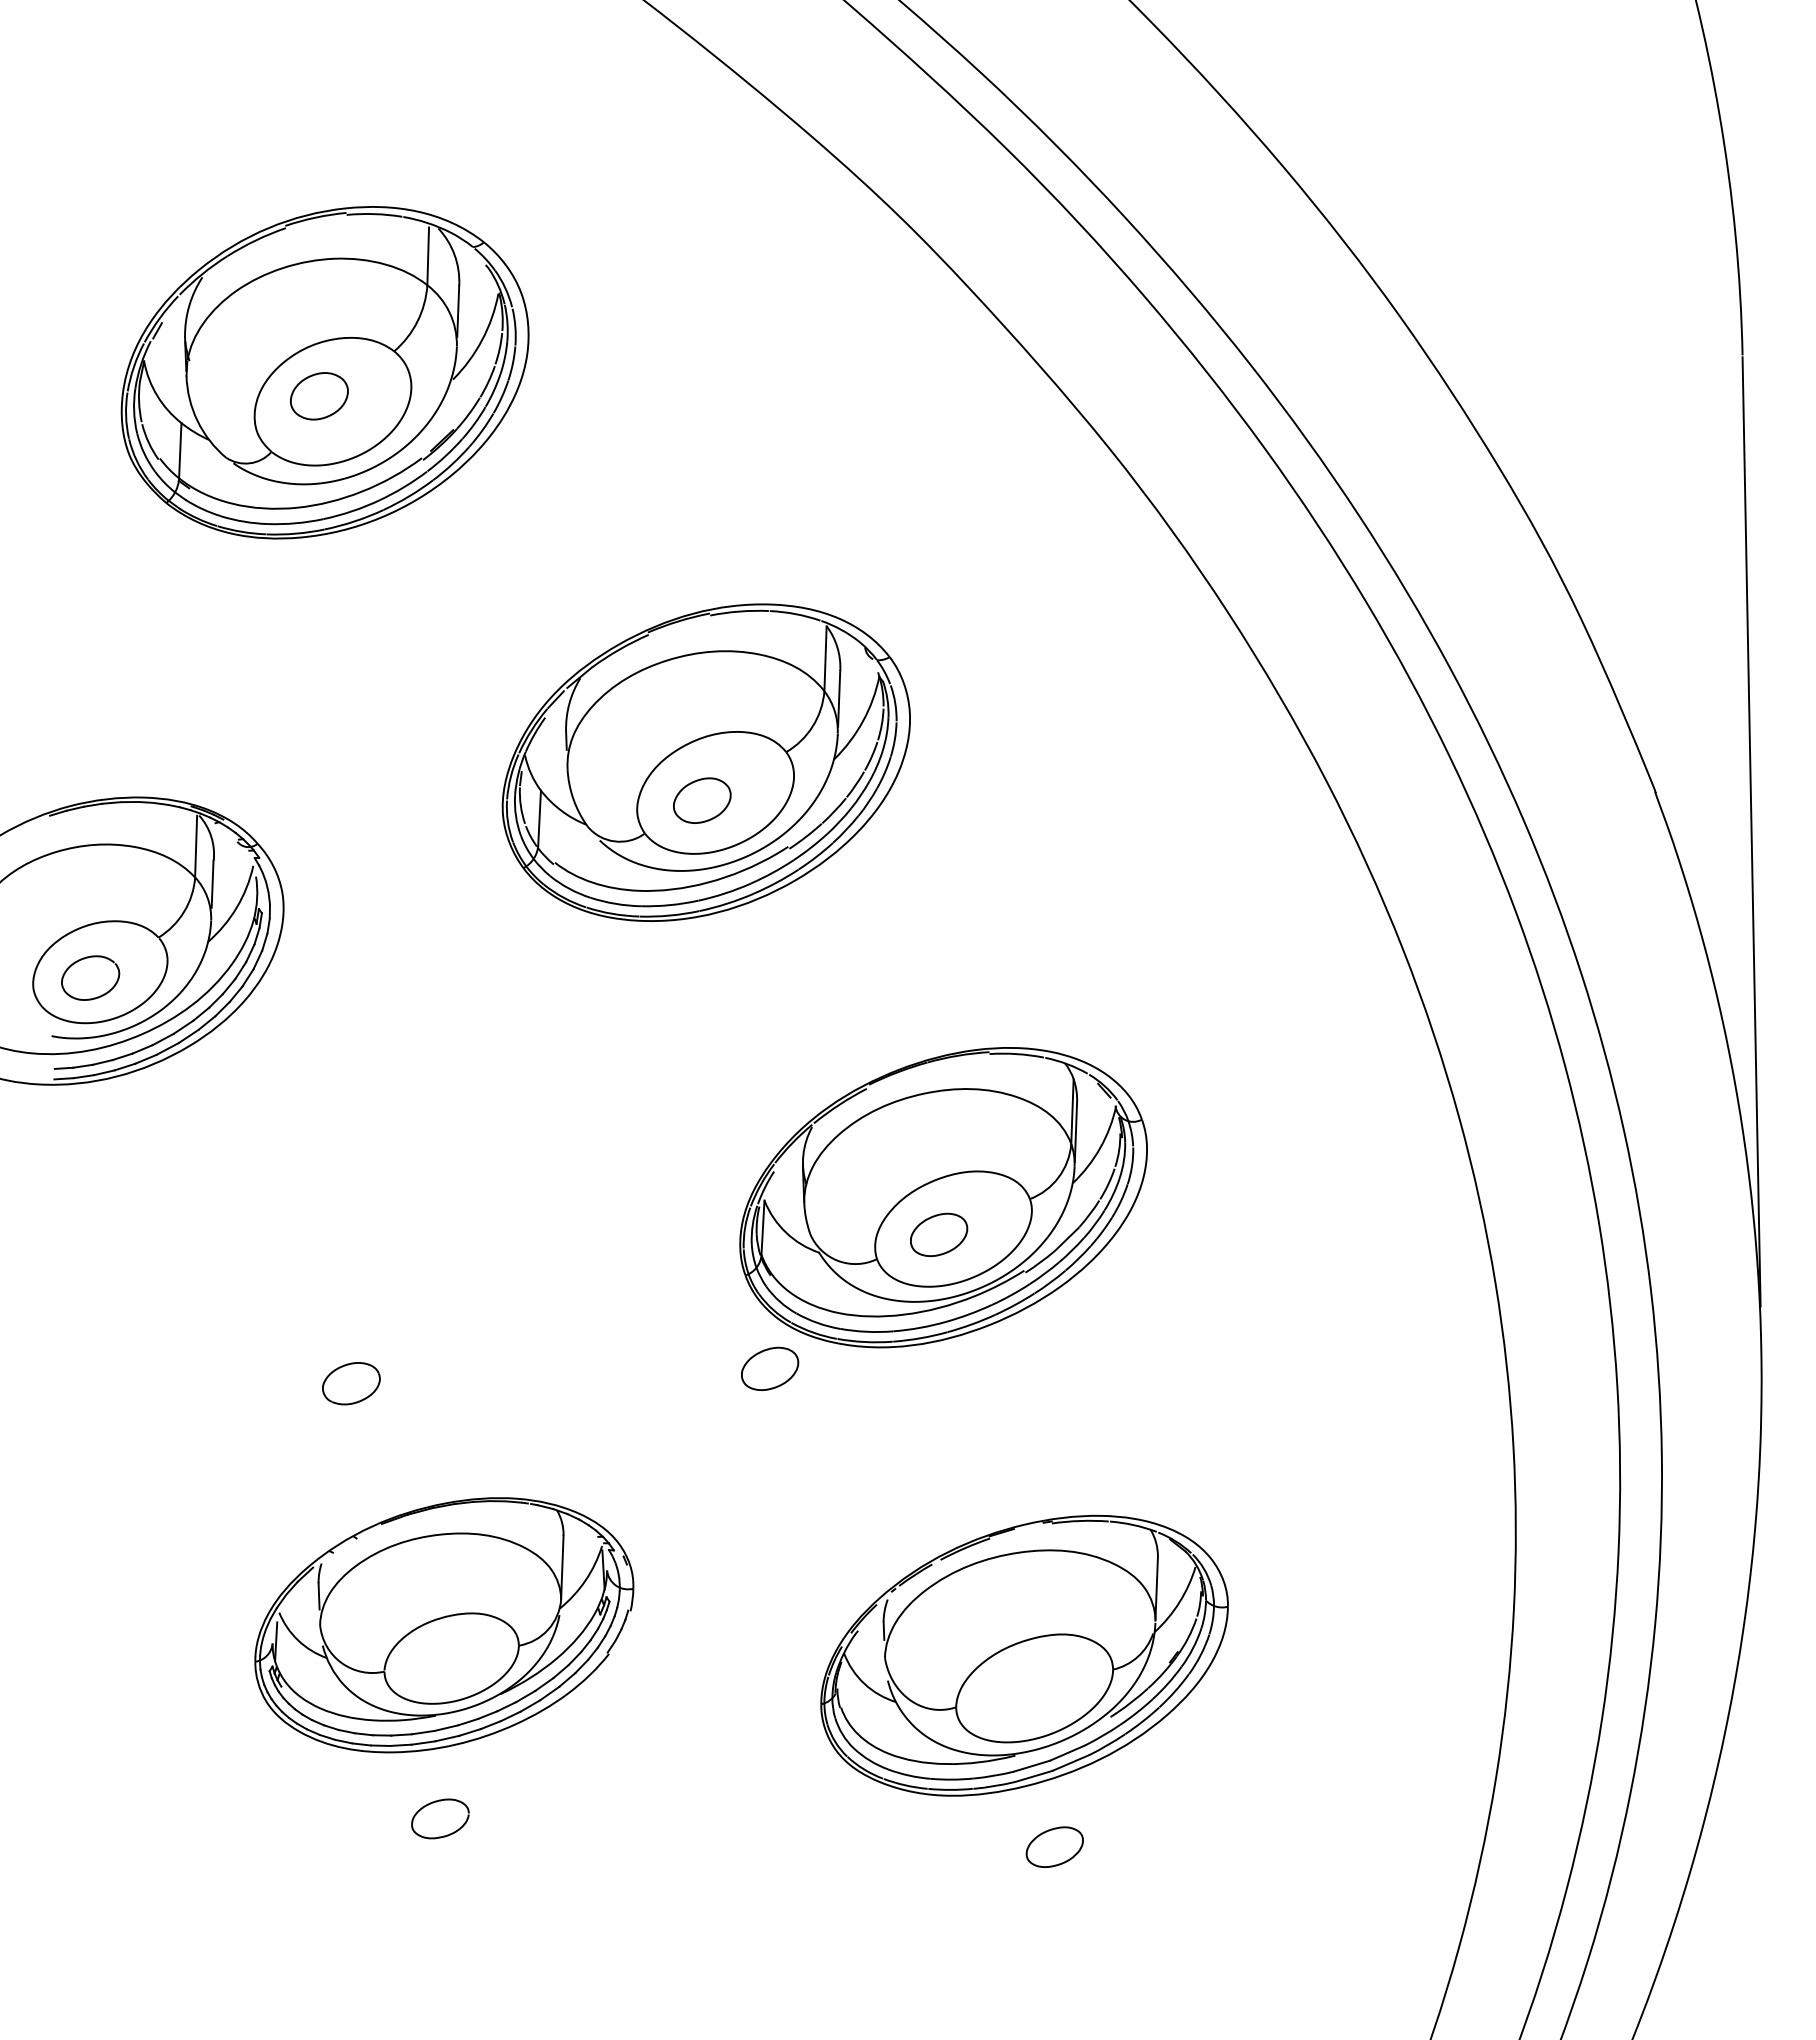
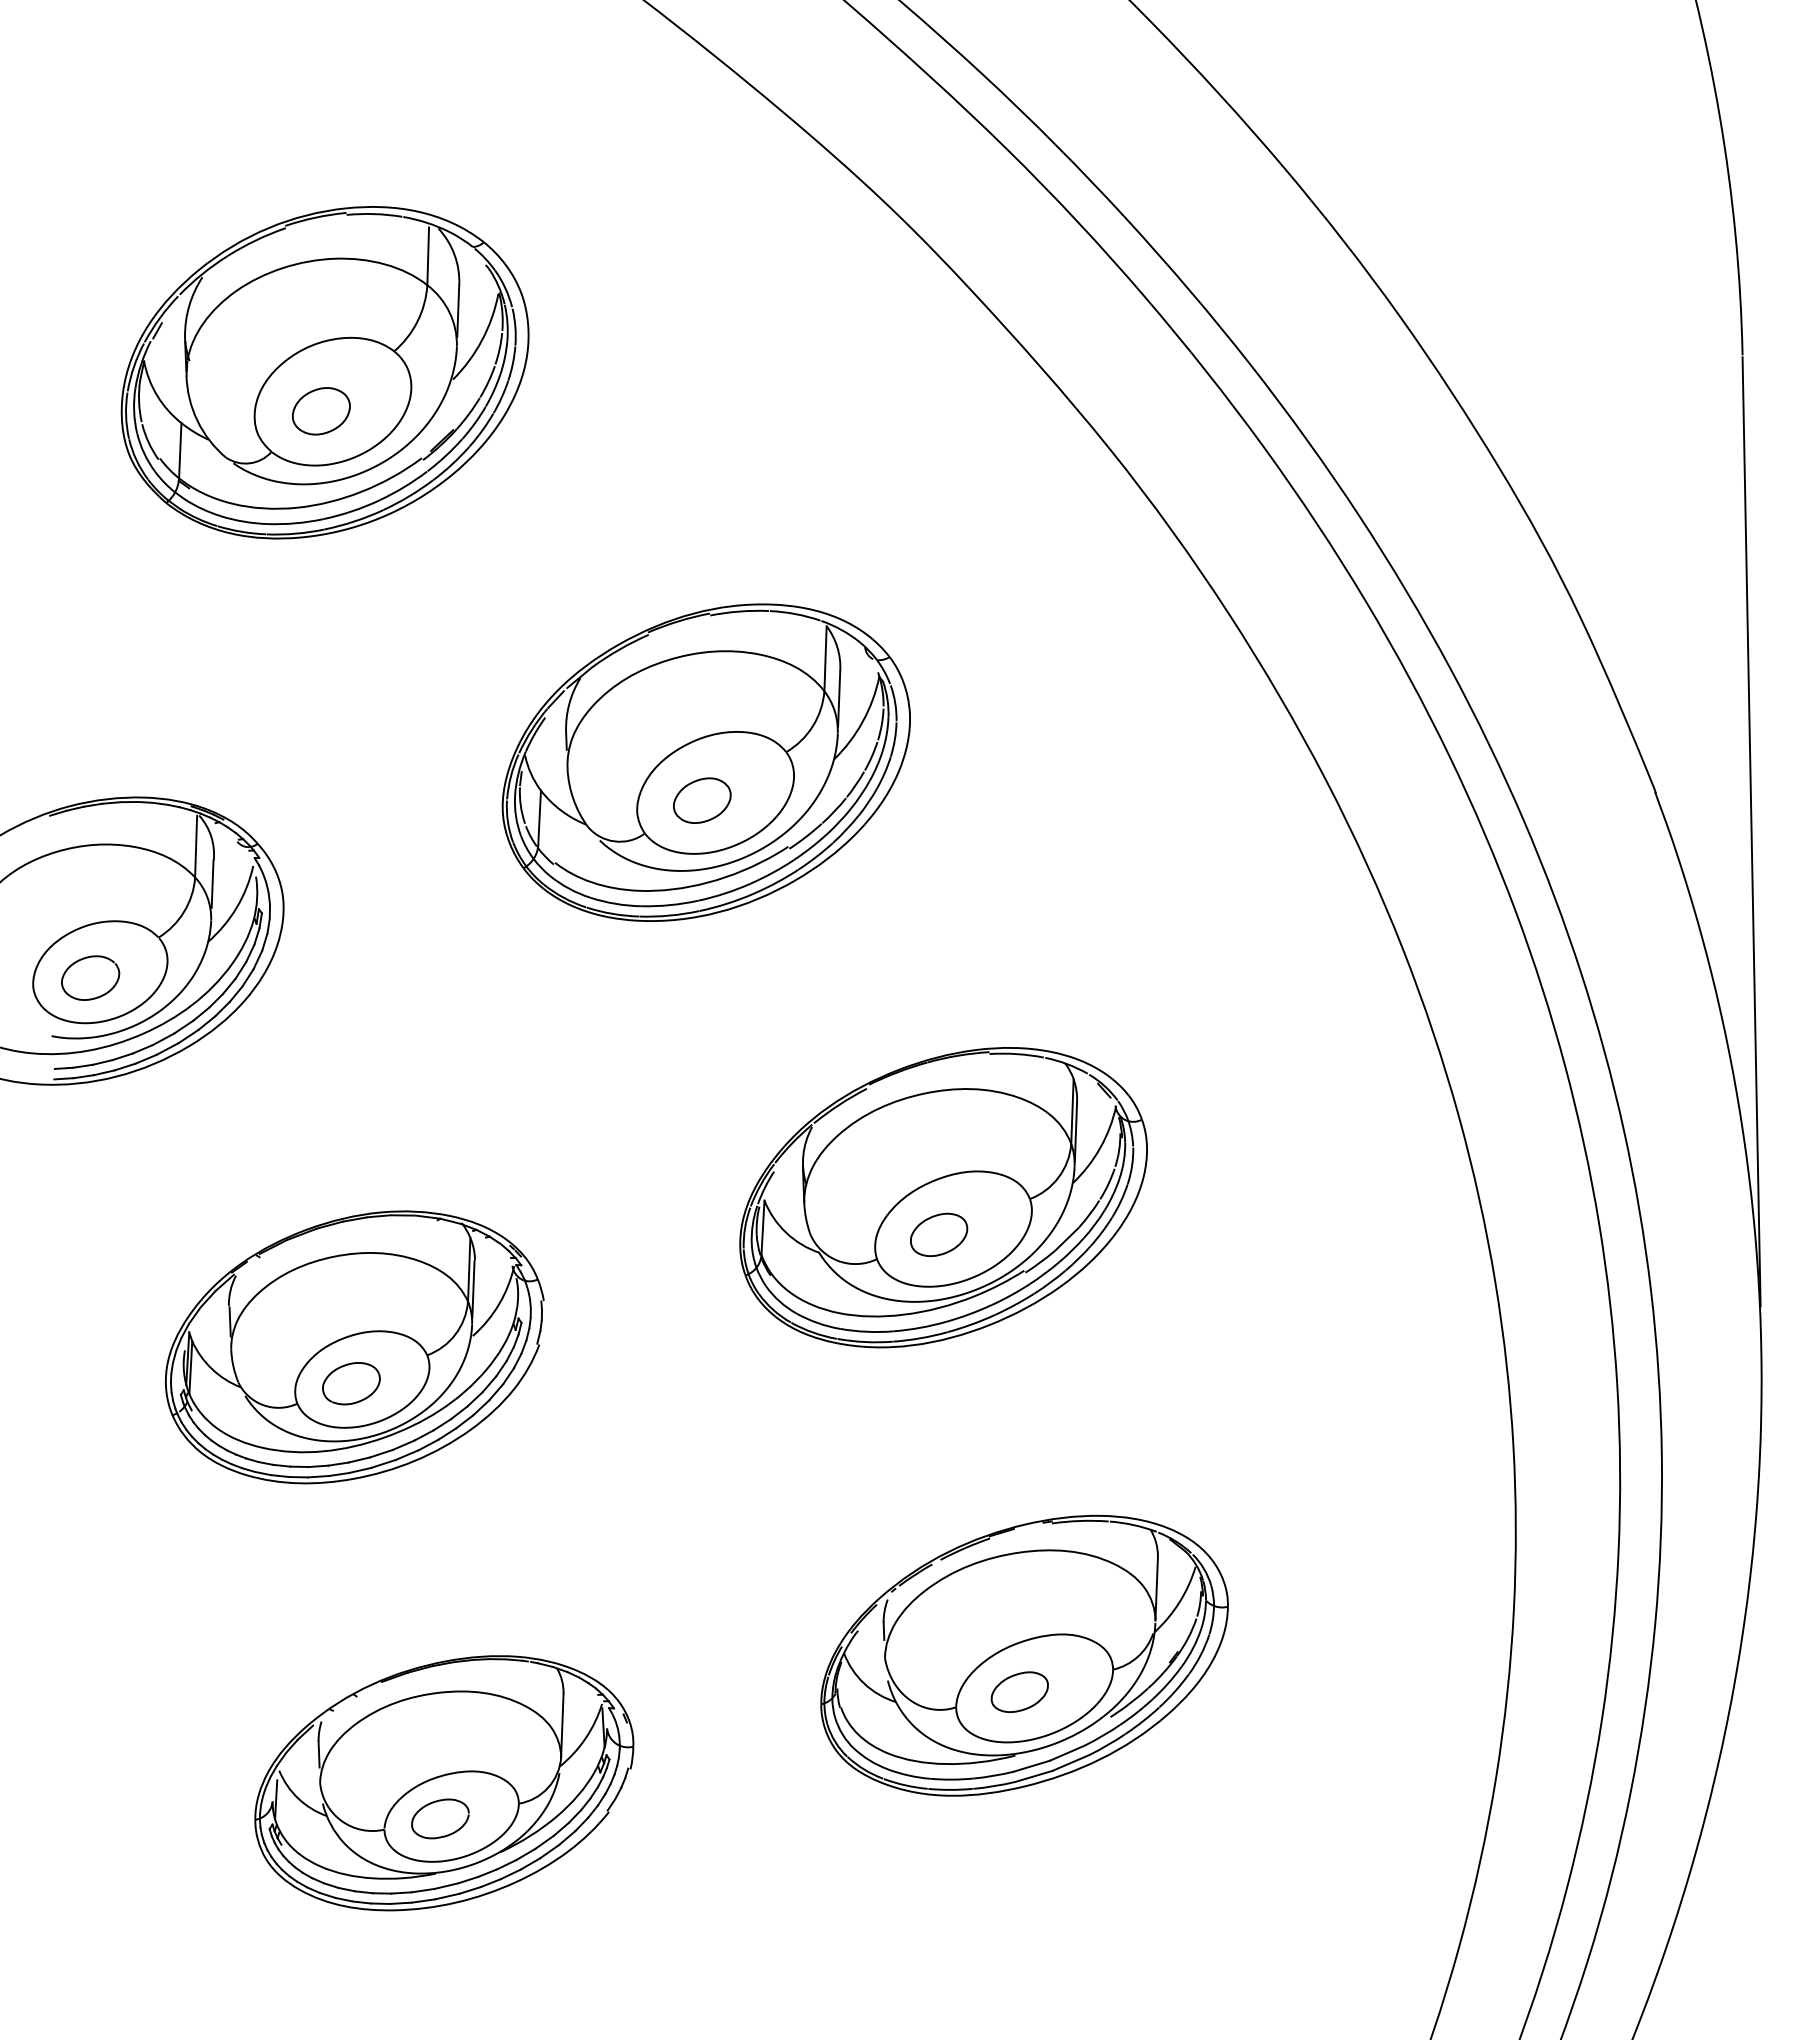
part at (319, 396) position: (319, 396) -> (321, 411)
part at (354, 1347): none -> present
part at (770, 1368): present -> none
part at (444, 1625) position: (444, 1625) -> (444, 1783)
part at (1054, 1846) position: (1054, 1846) -> (1019, 1691)
